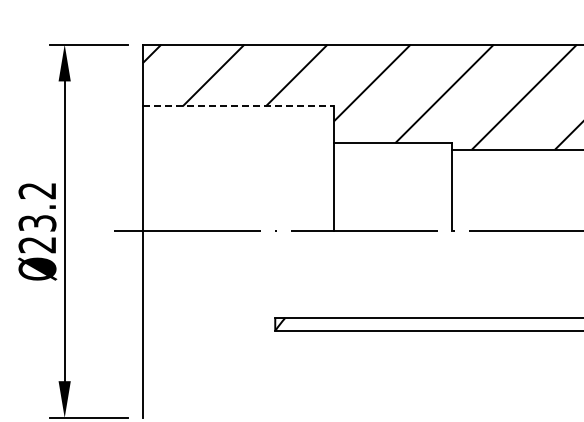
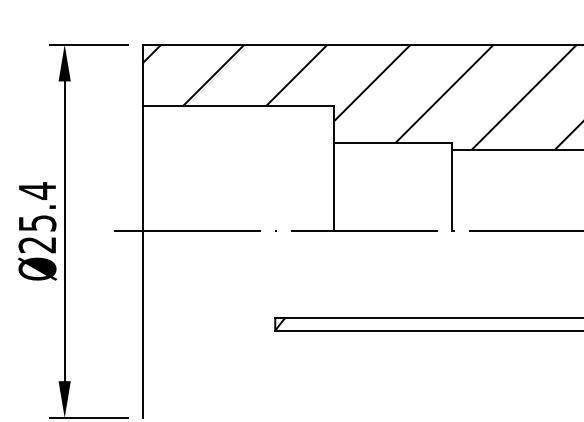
line at (238, 106): dashed -> solid
text at (36, 206): Ø23.2 -> Ø25.4
